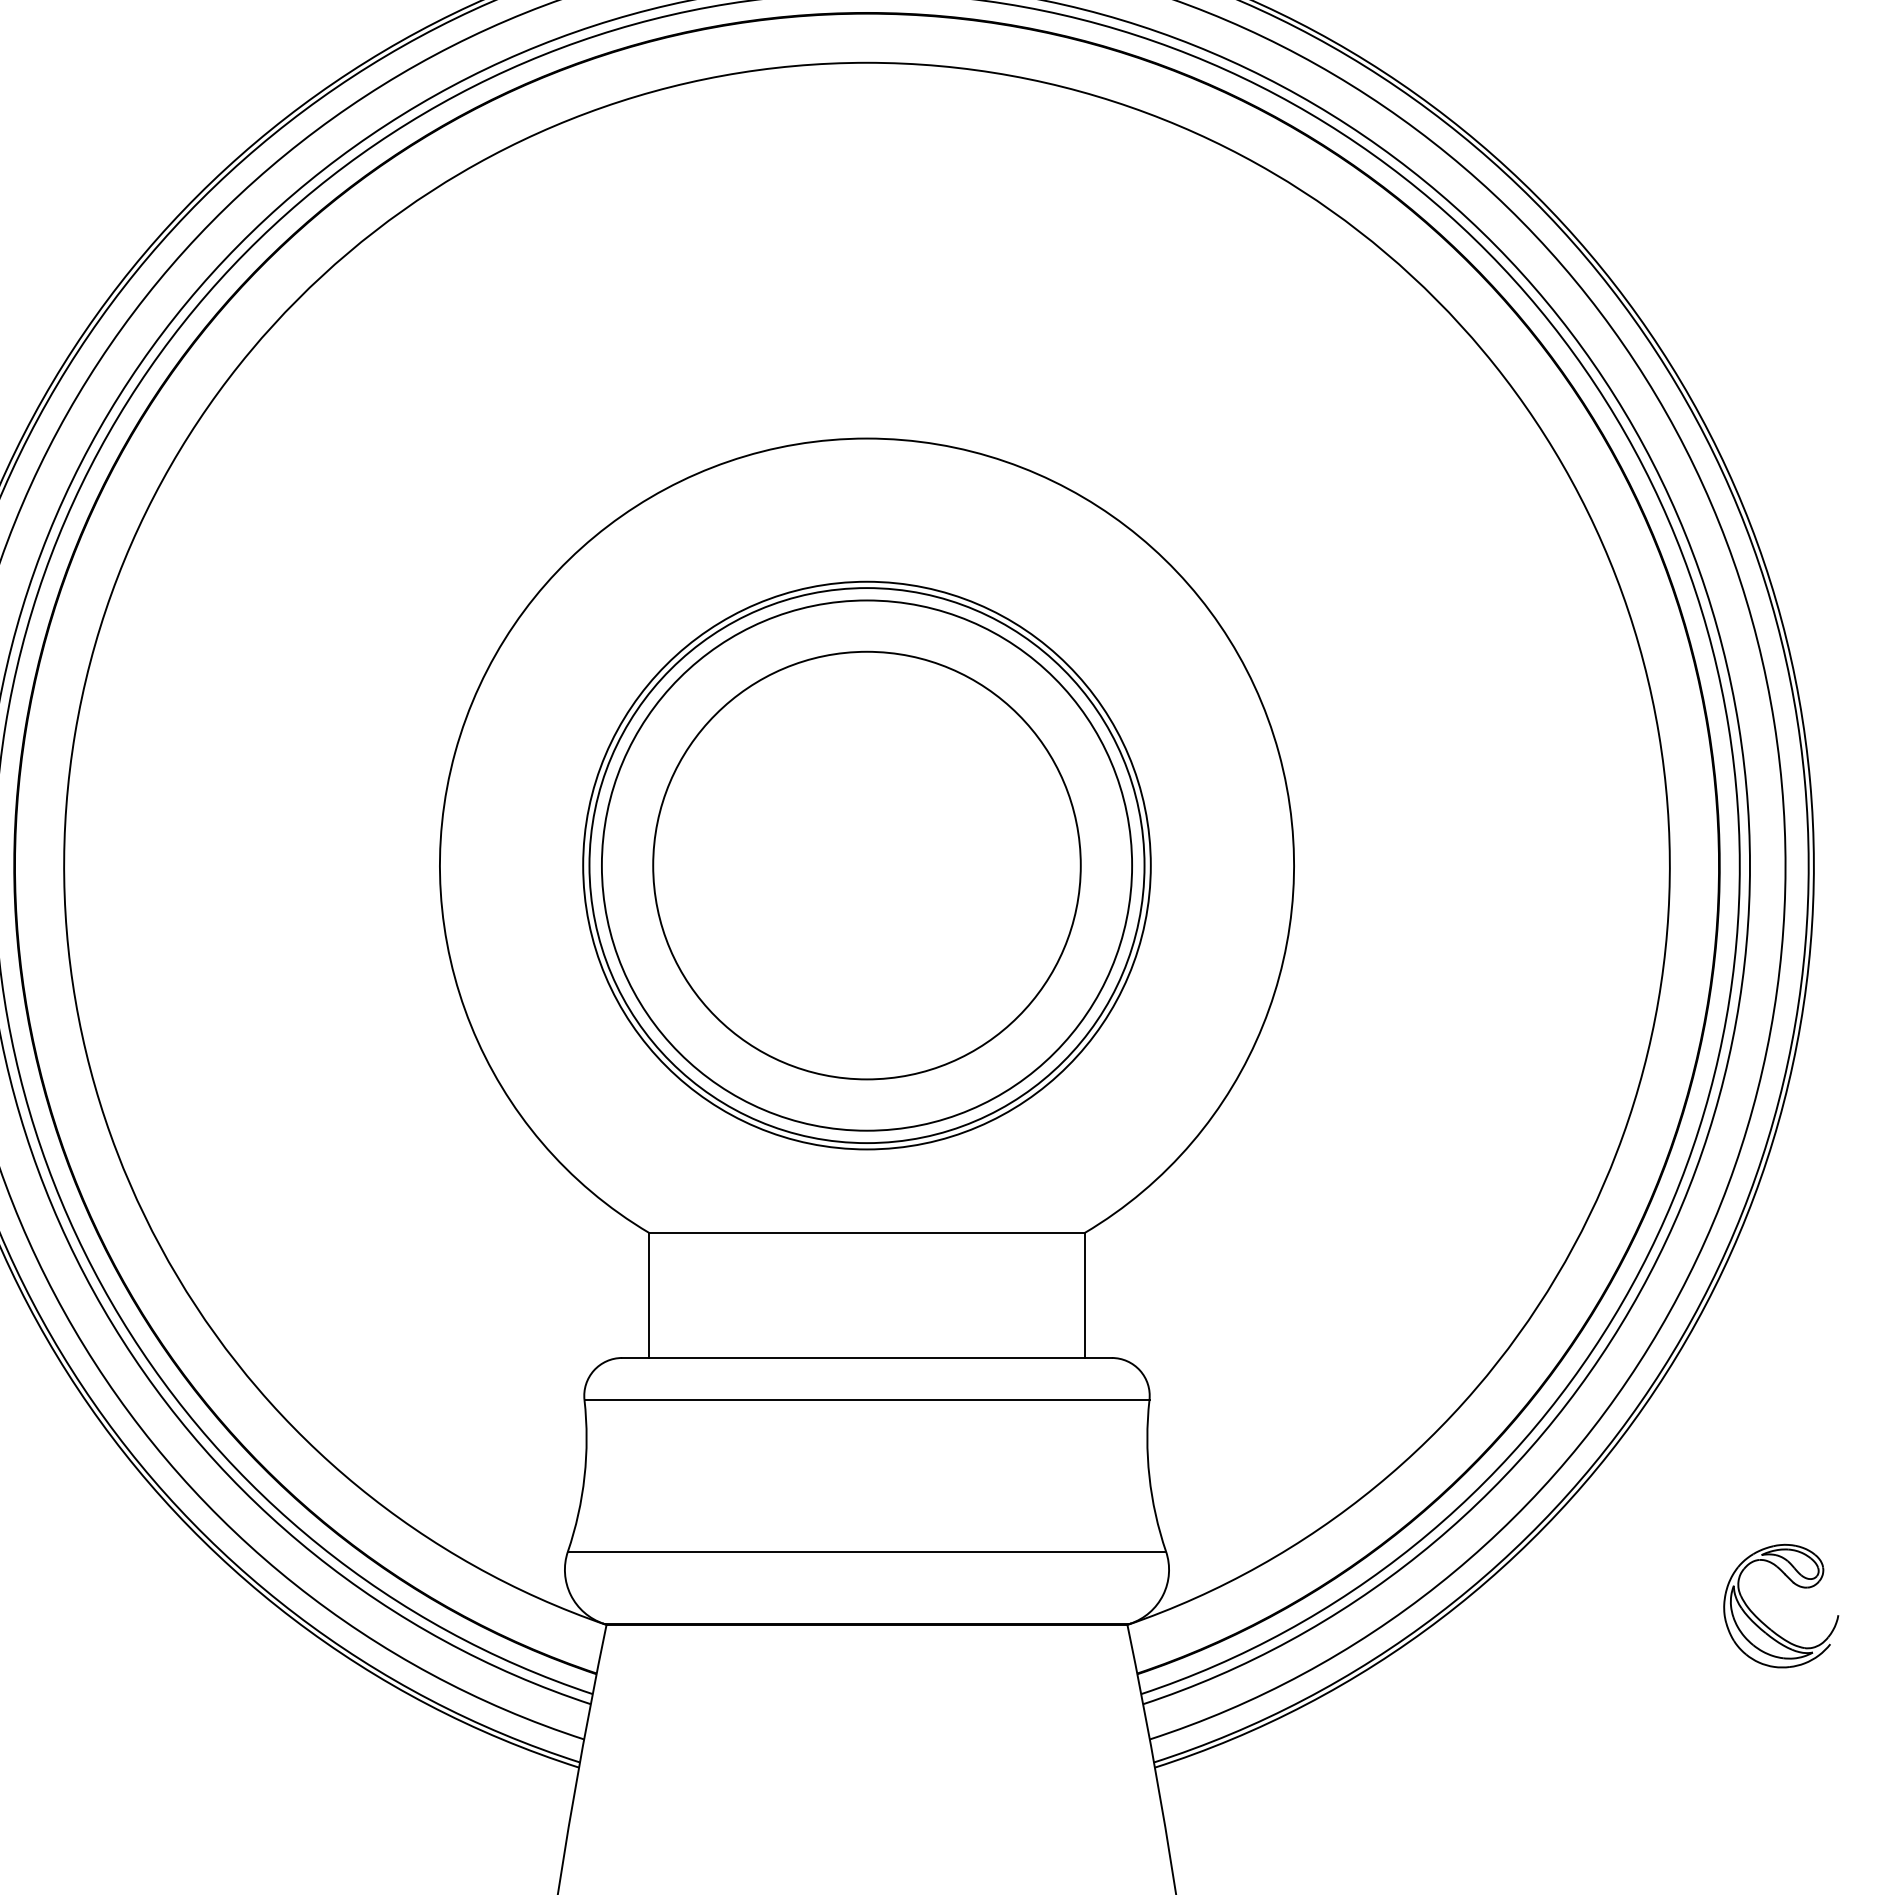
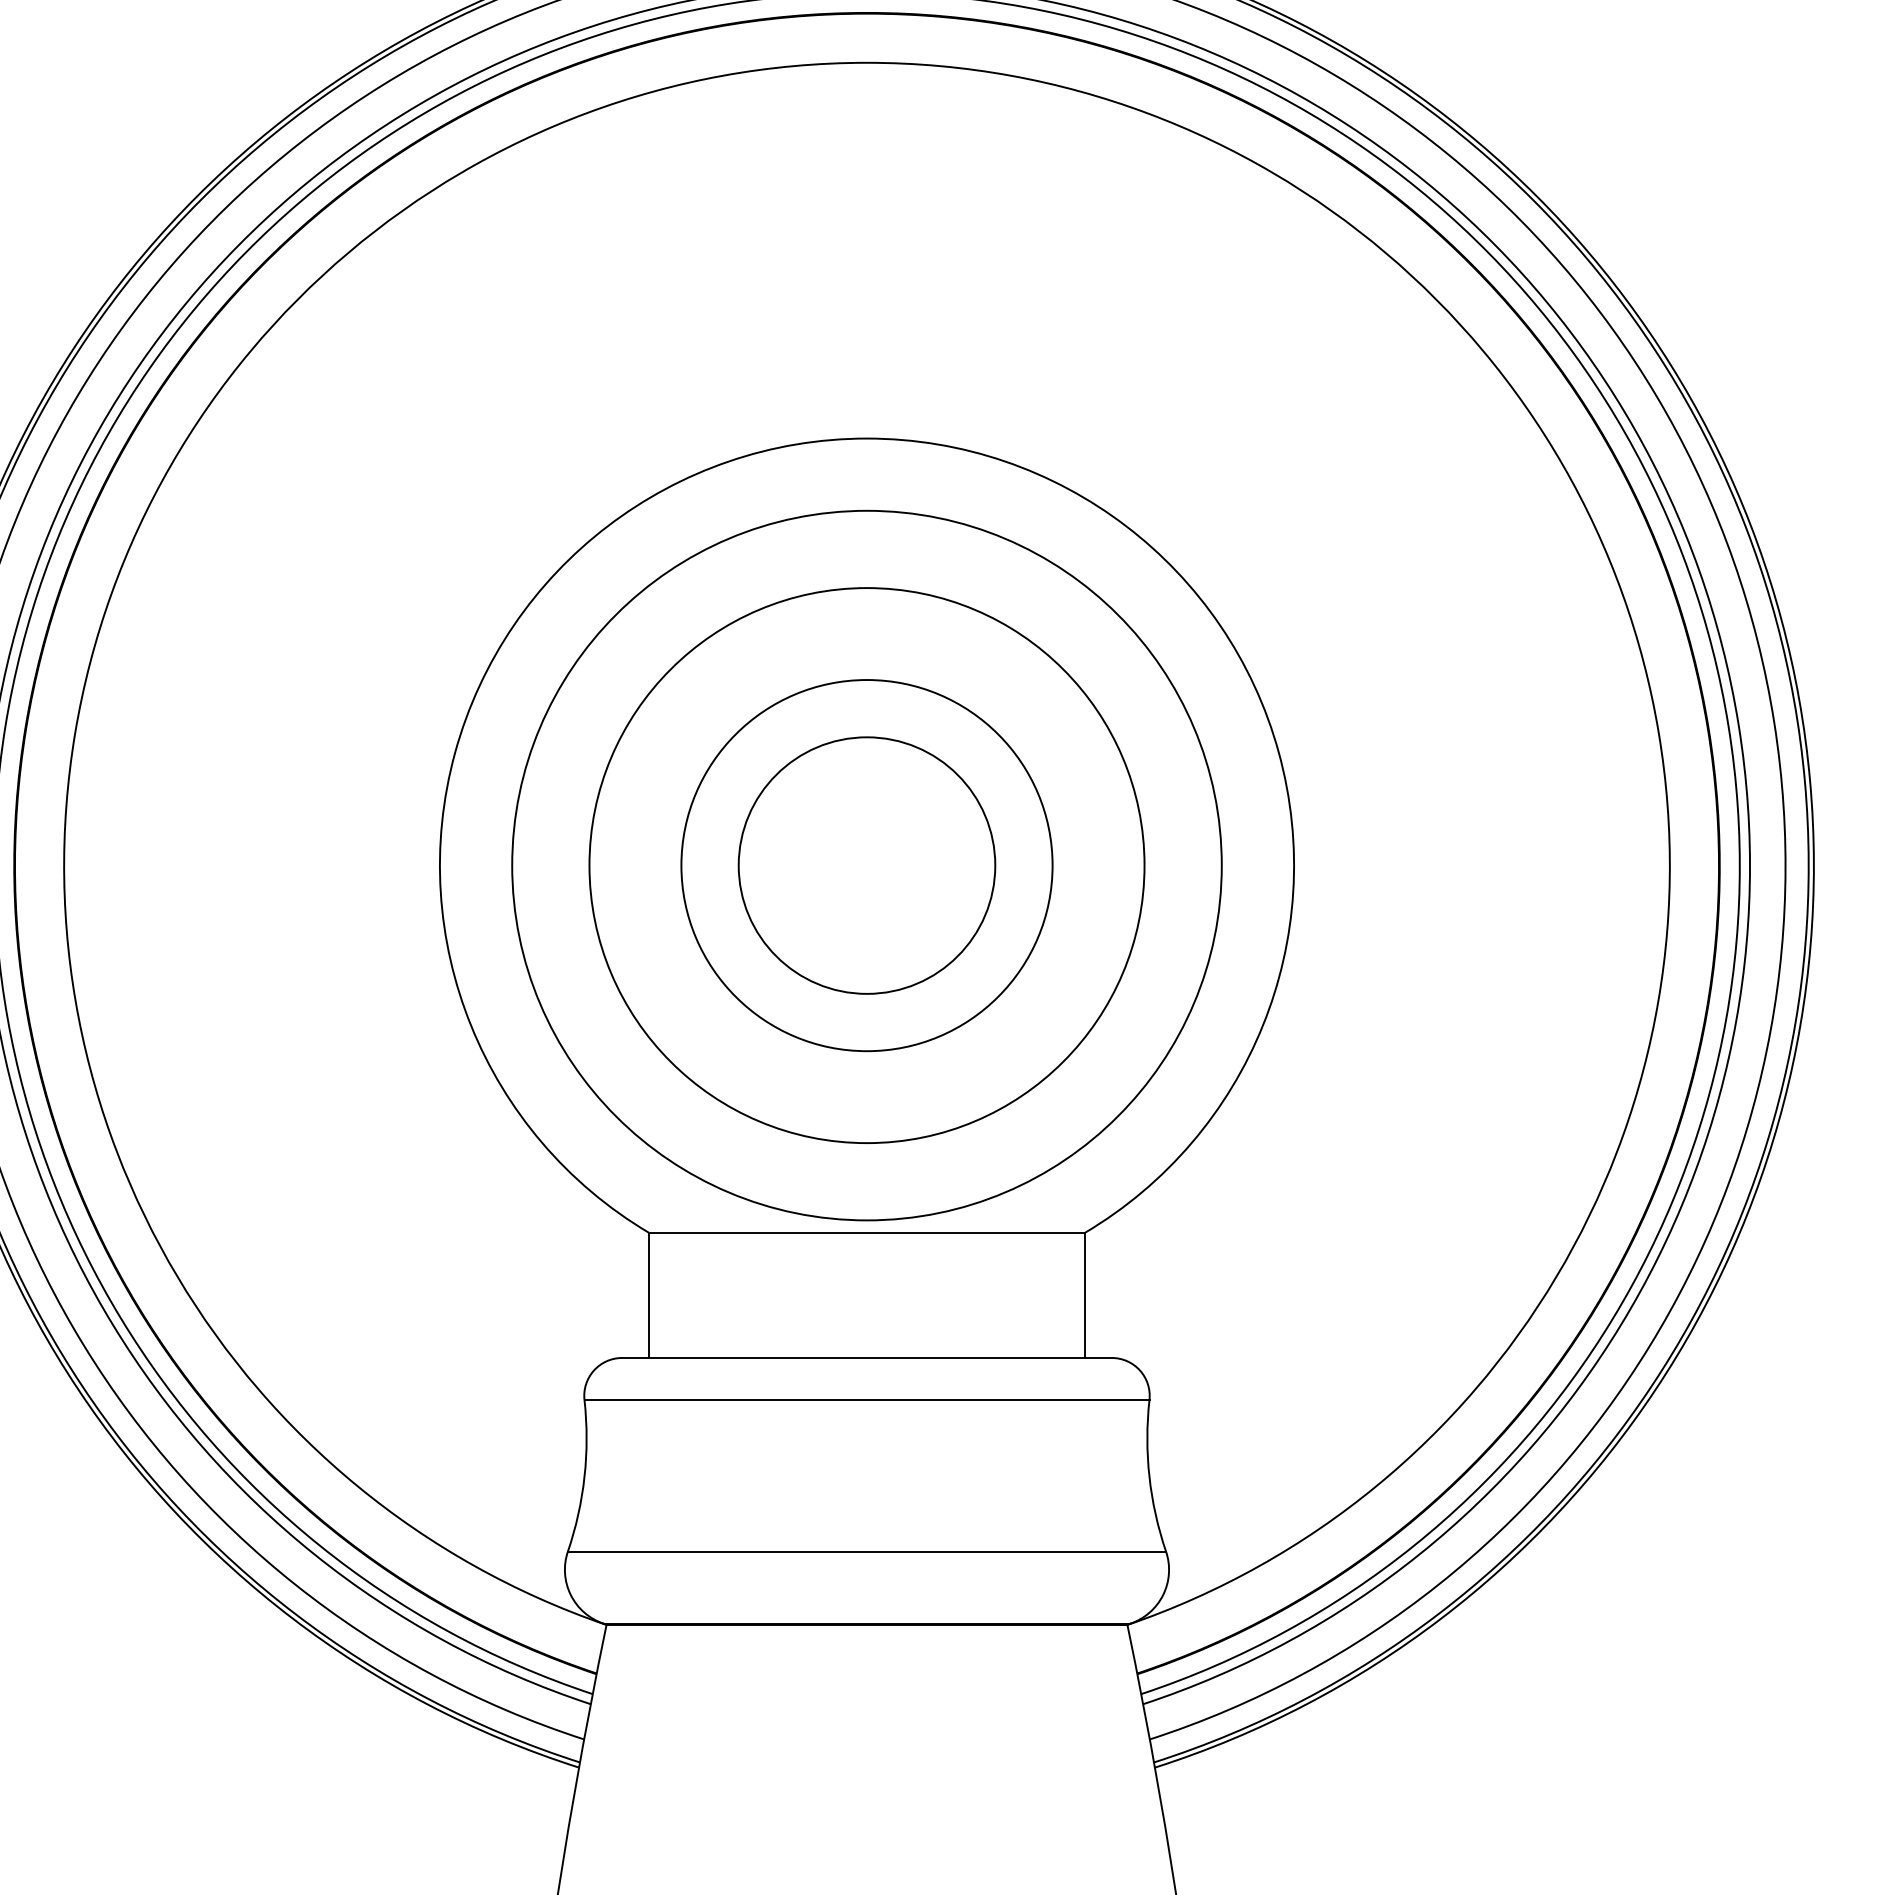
circle at (866, 865) diameter: 428 px -> 257 px
circle at (866, 865) diameter: 530 px -> 371 px
circle at (866, 865) diameter: 568 px -> 710 px
part at (1766, 1624): present -> none
